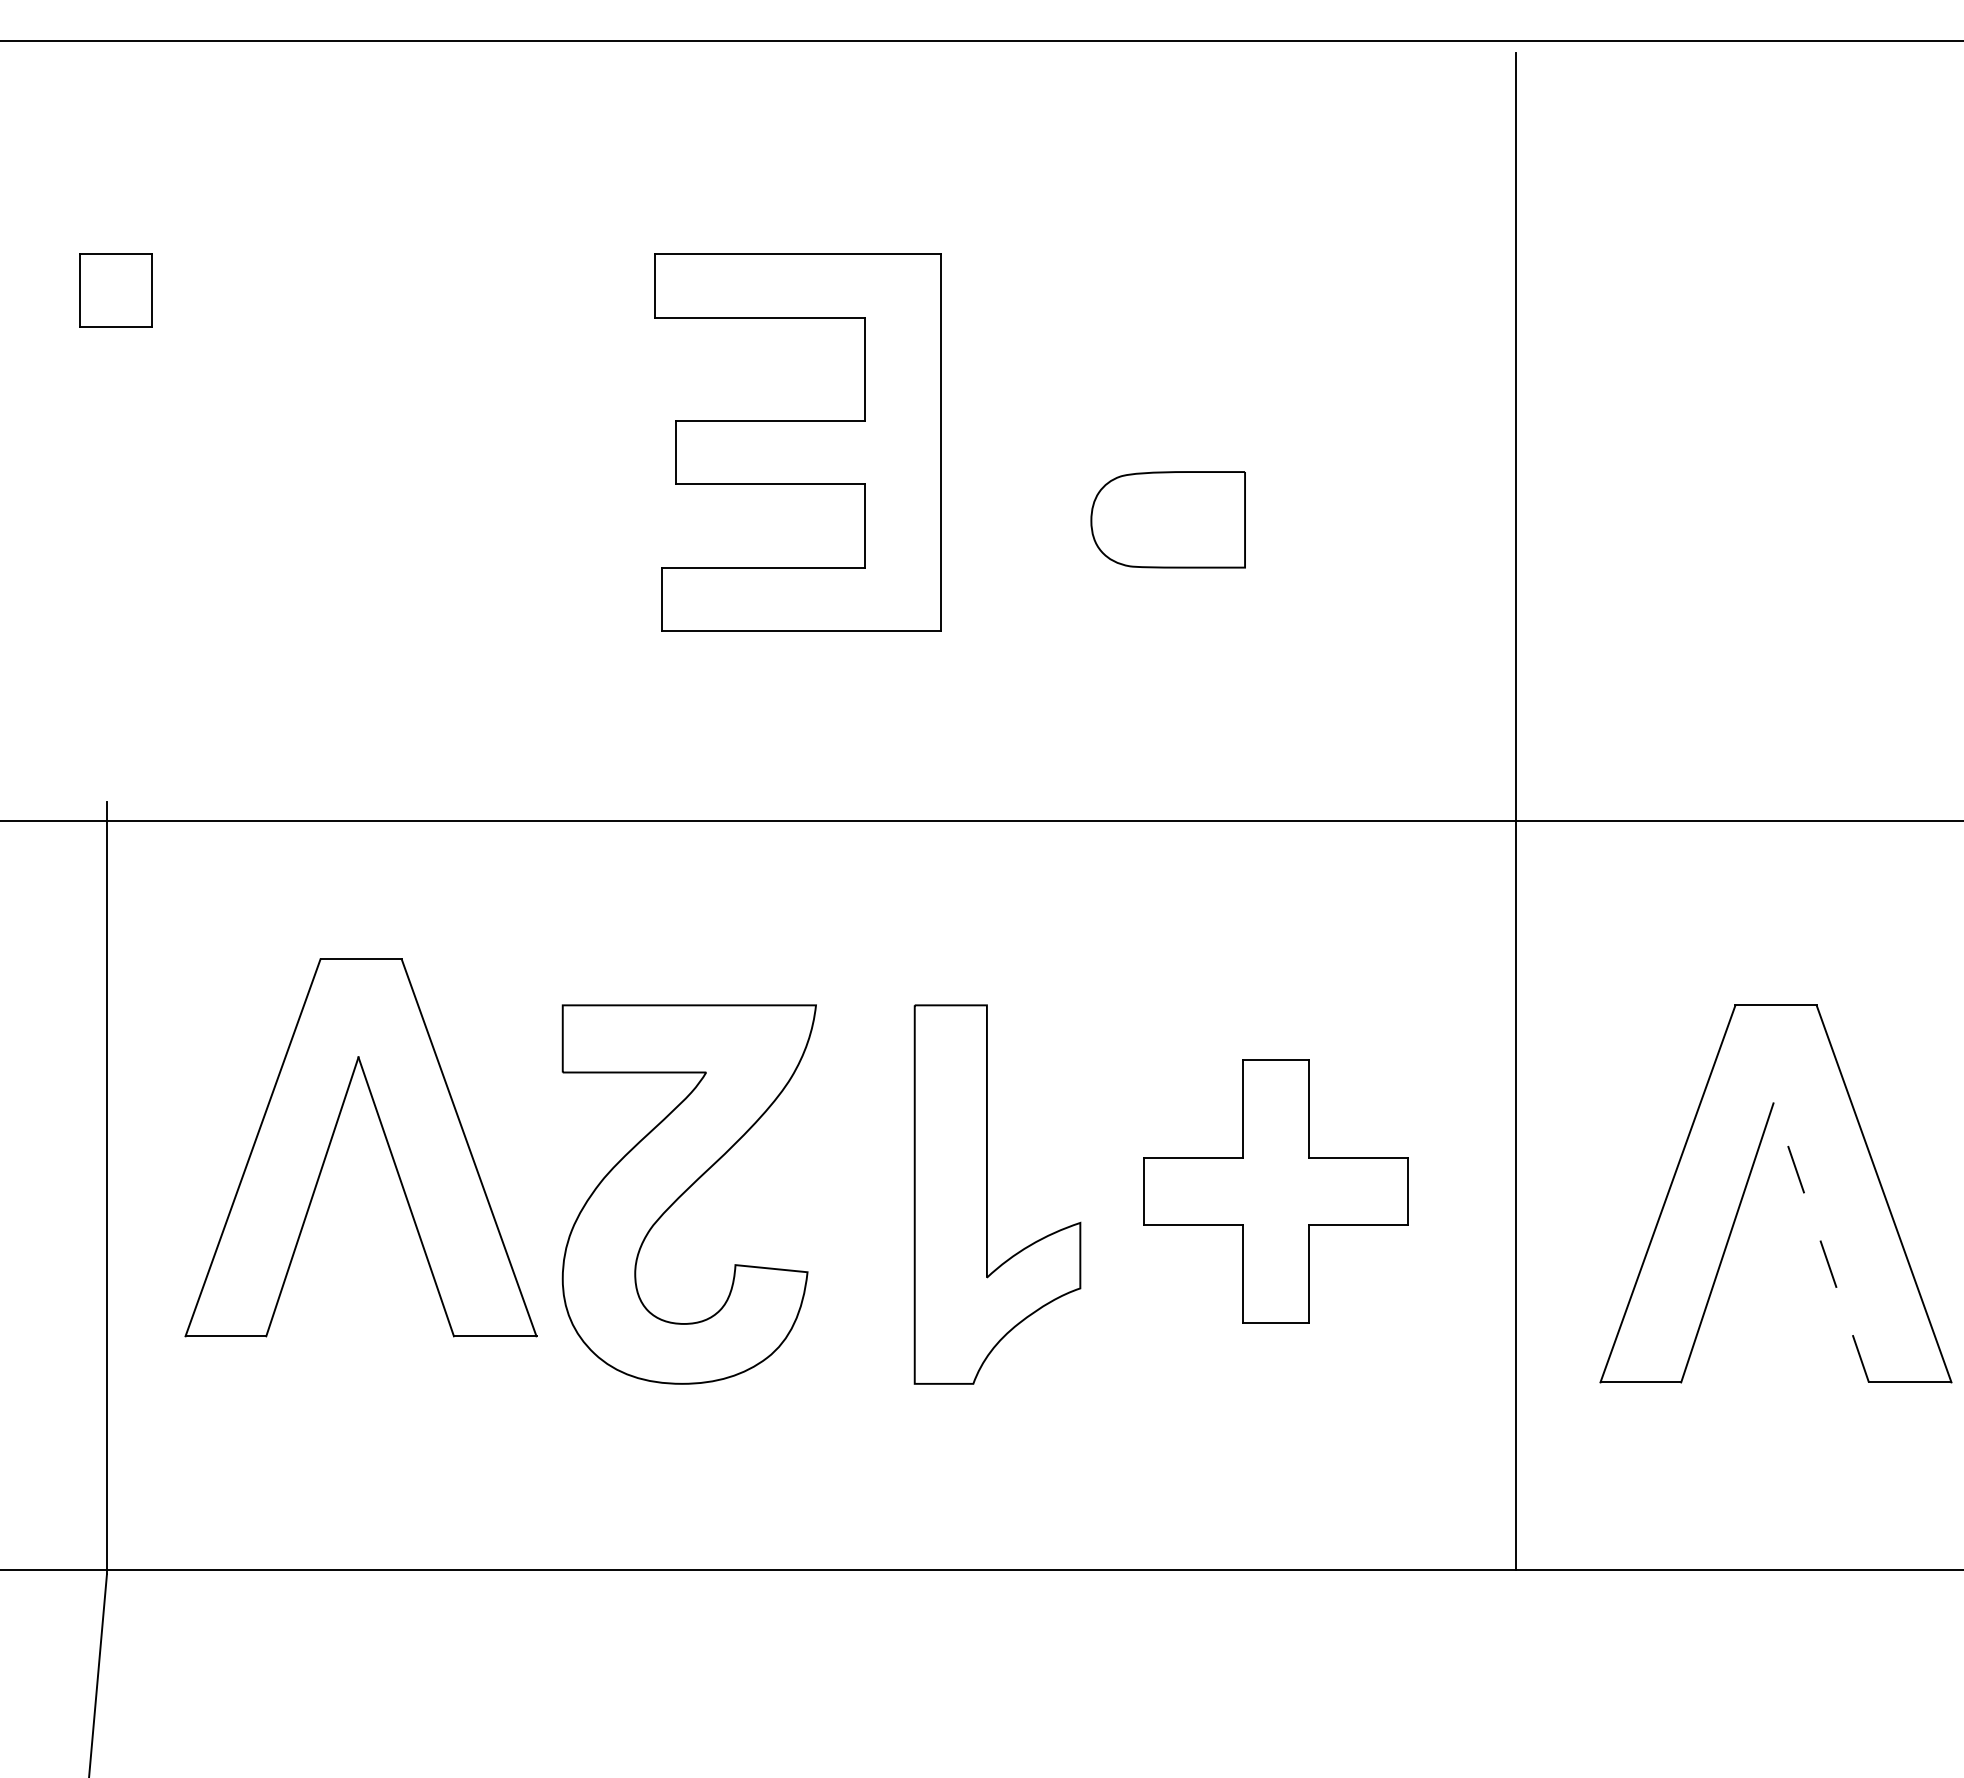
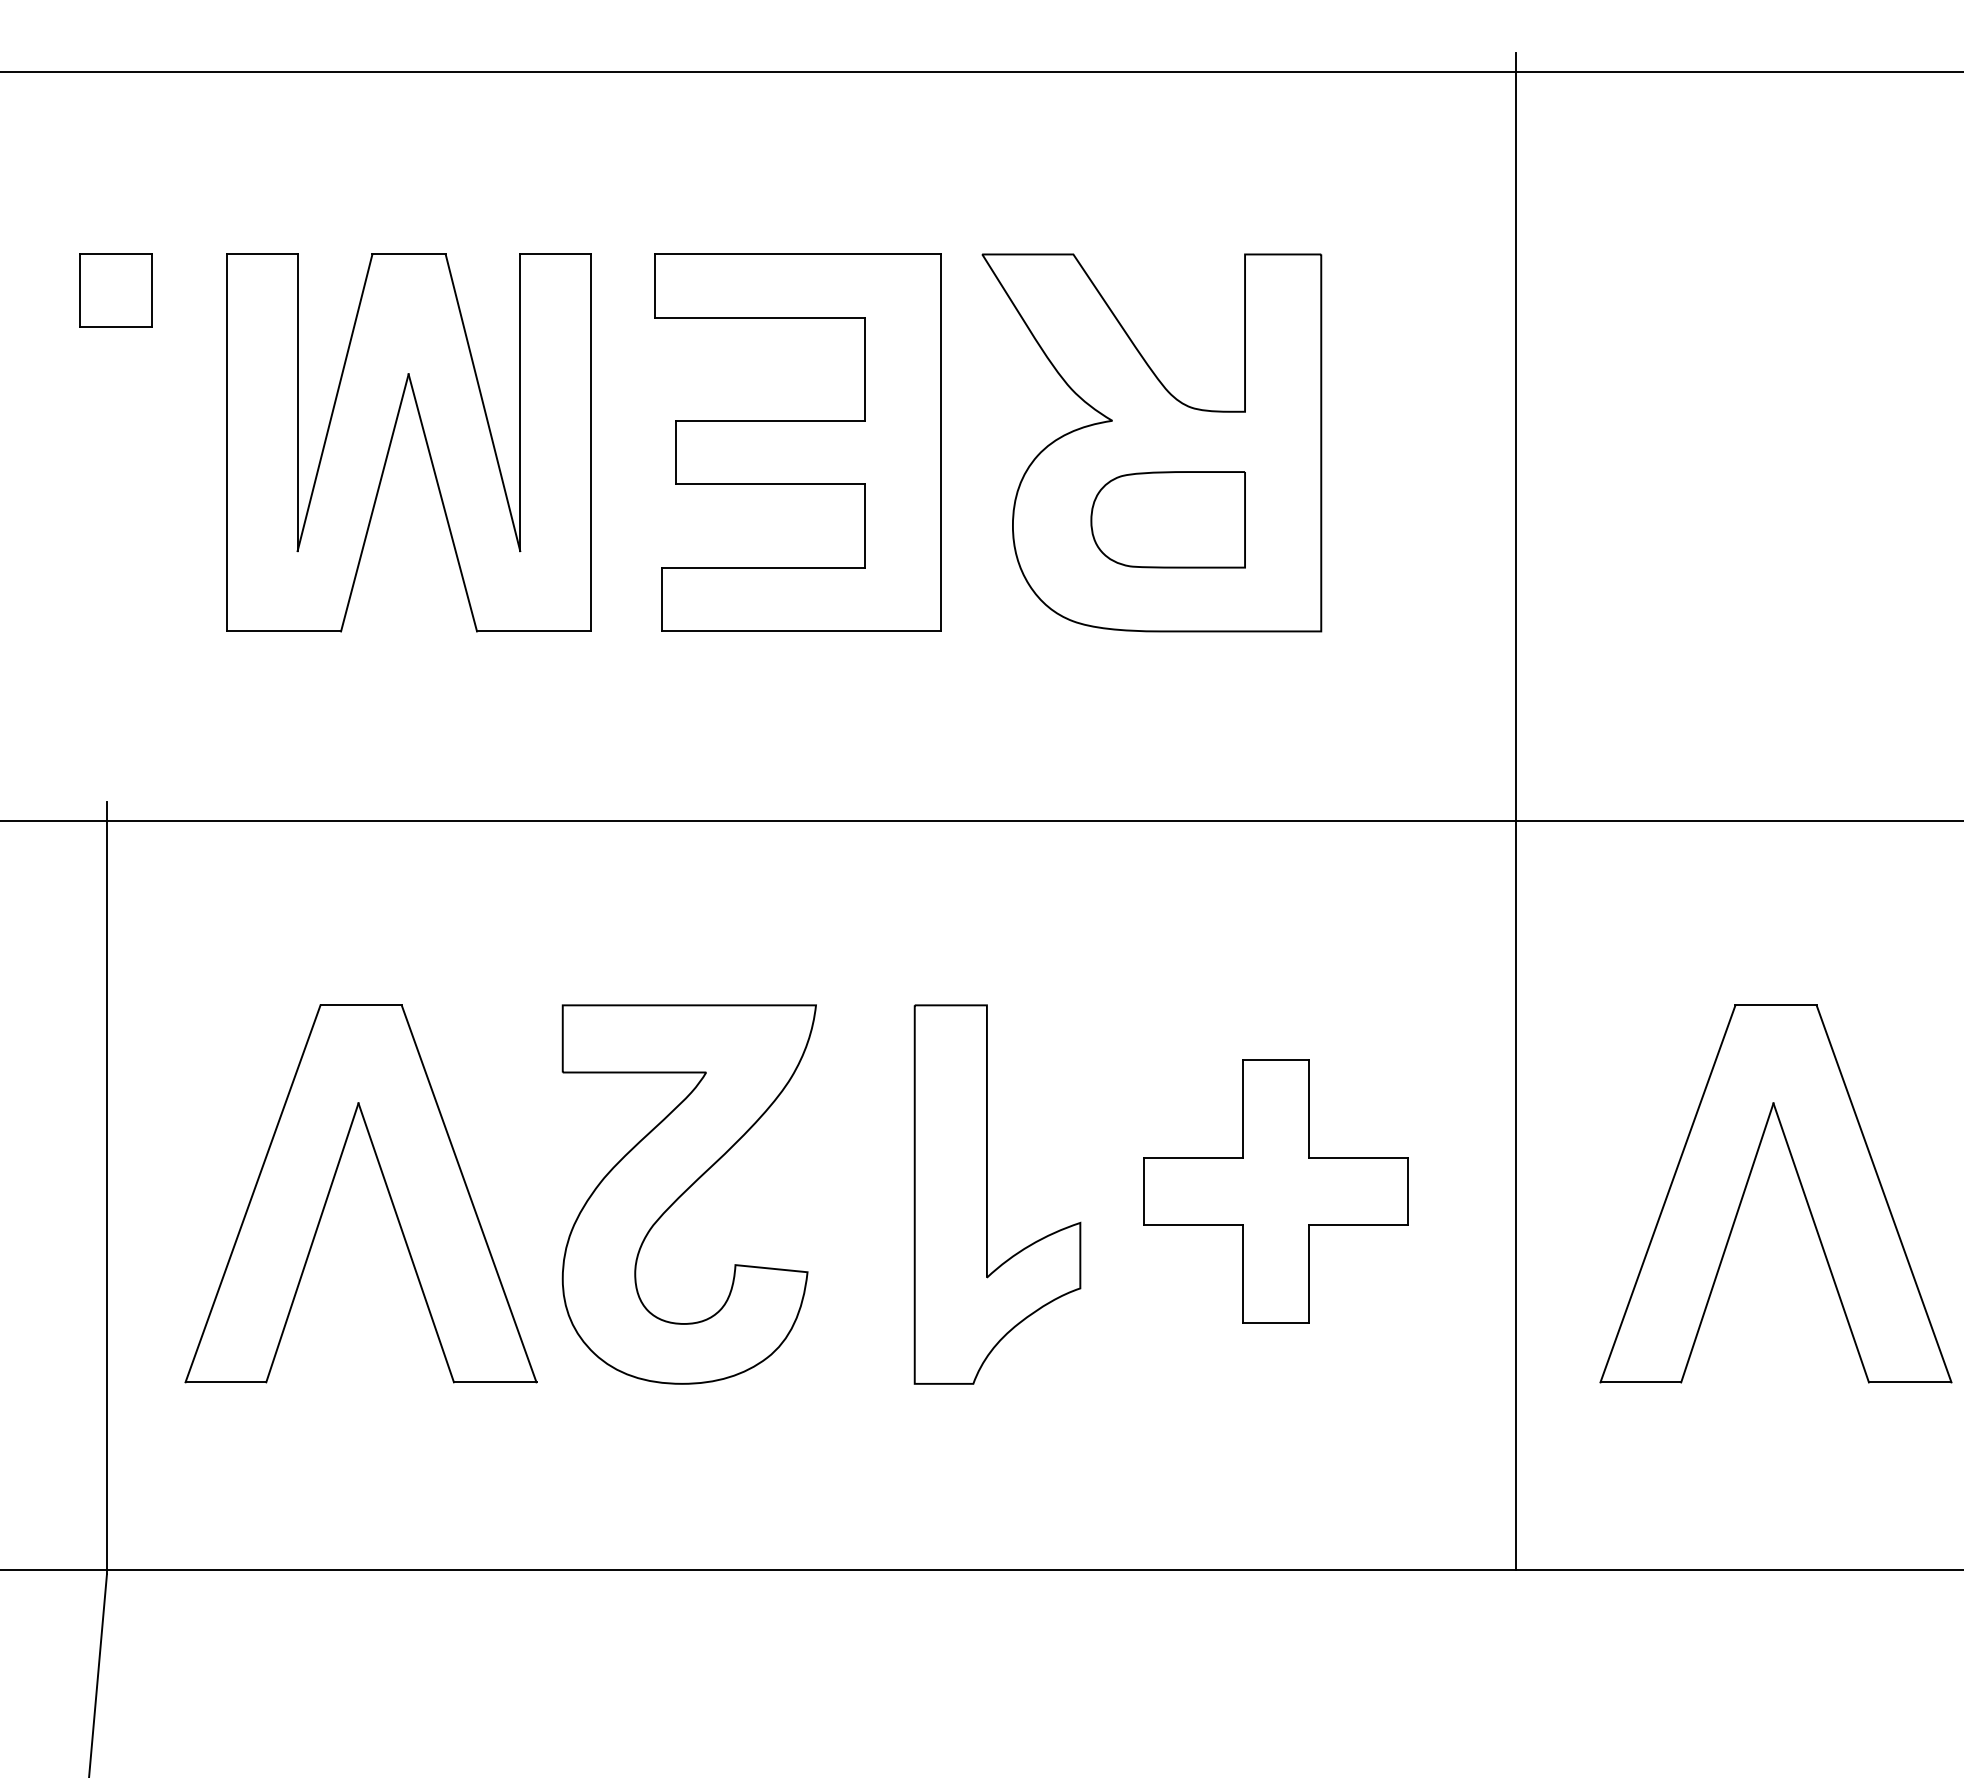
line at (981, 41) position: (981, 41) -> (981, 72)
part at (392, 440): none -> present
part at (1151, 442): none -> present
part at (385, 1139) position: (385, 1139) -> (385, 1185)
line at (1821, 1242): dashed -> solid
